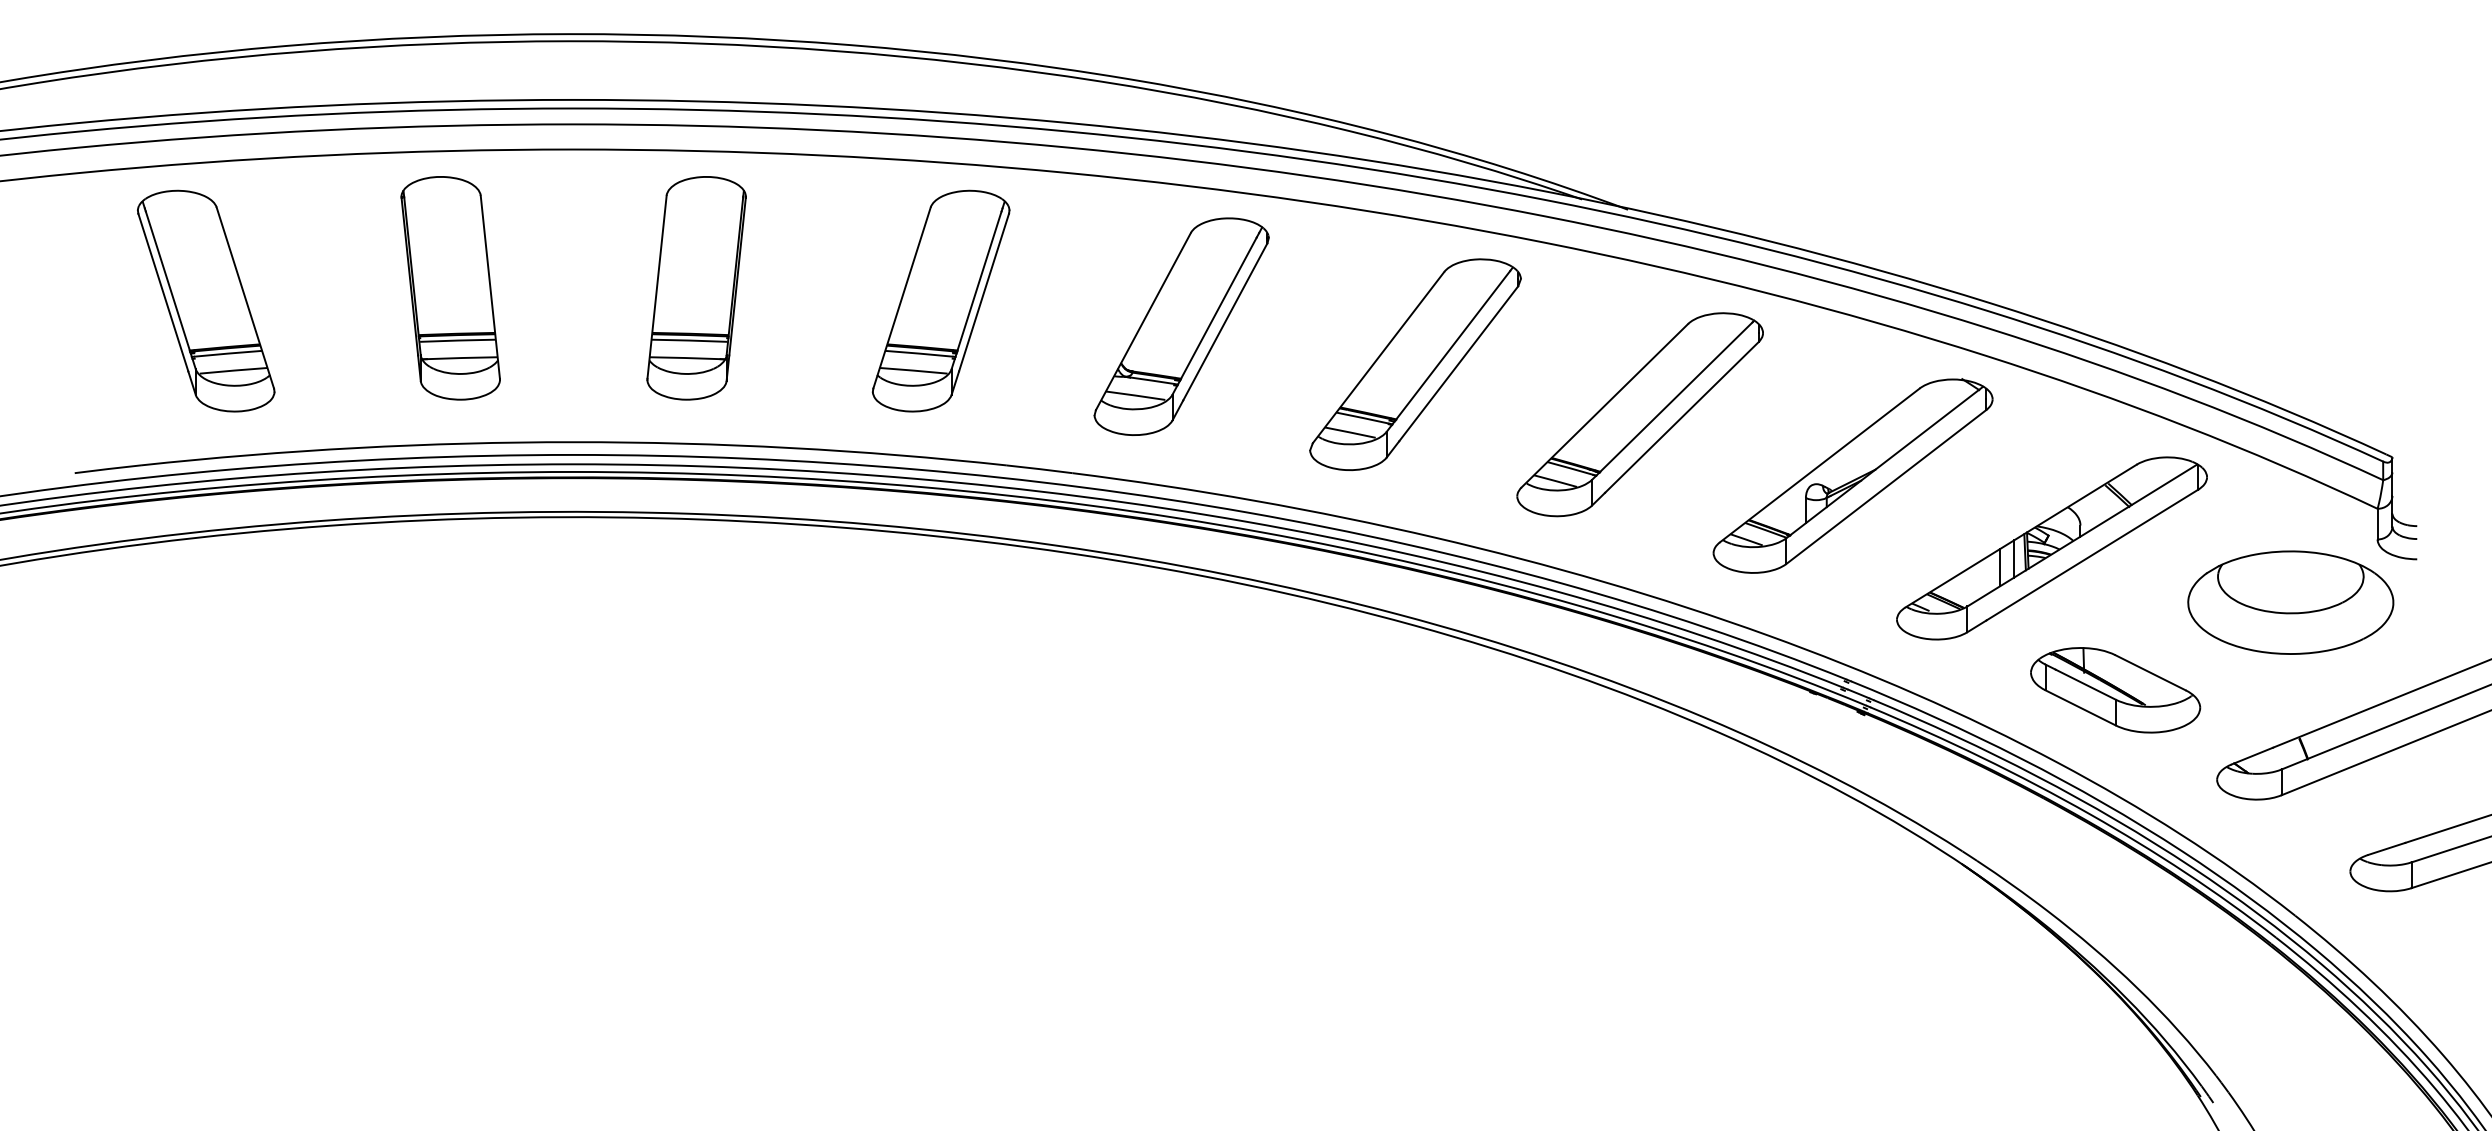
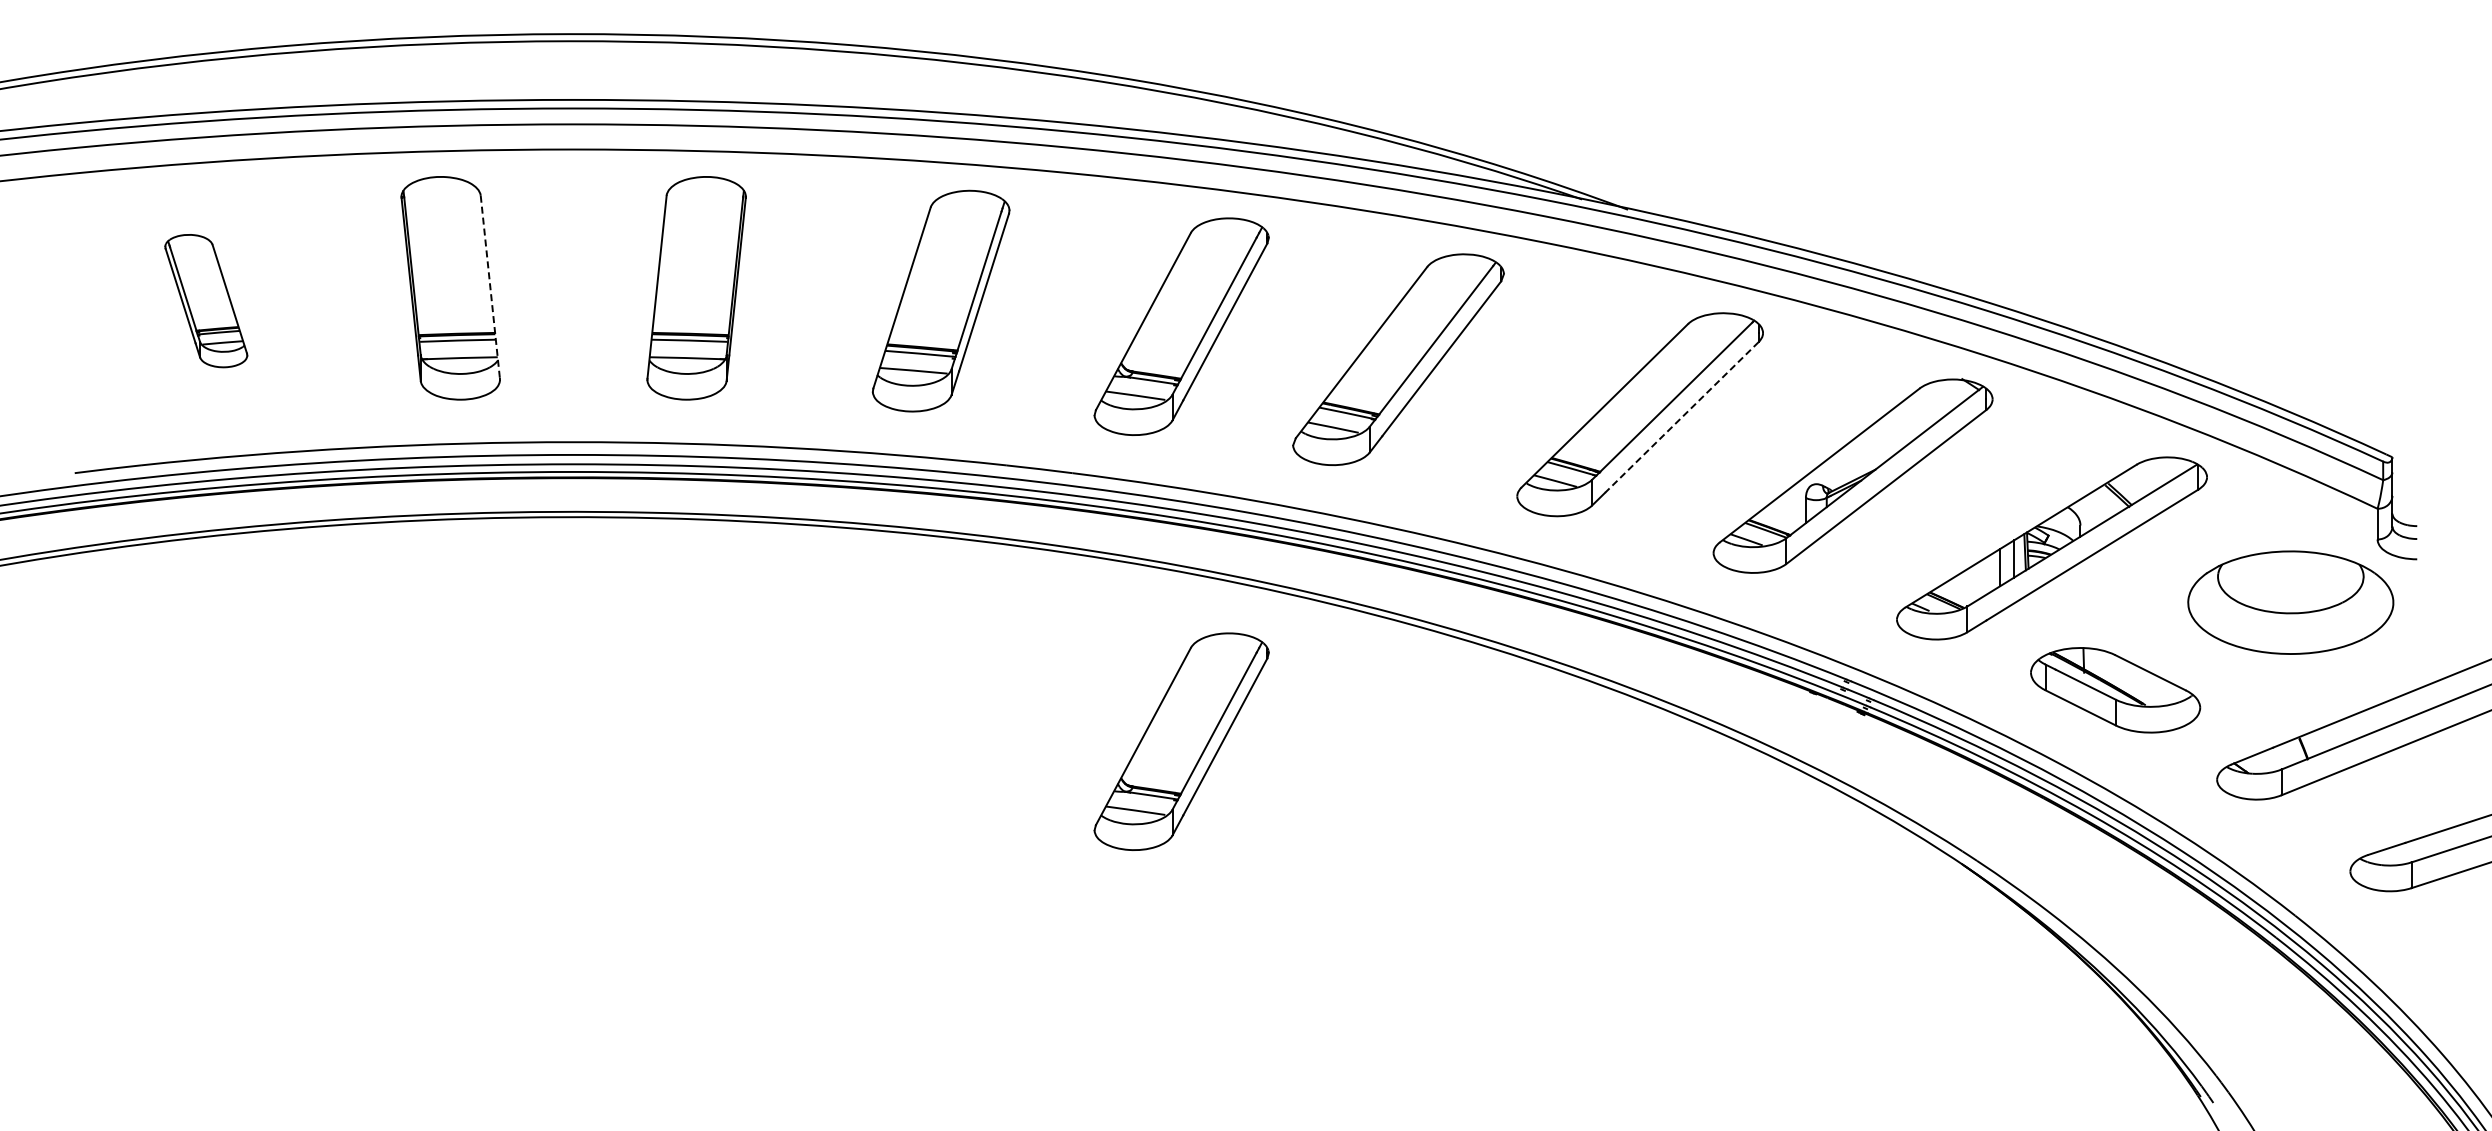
line at (490, 287): solid -> dashed
part at (206, 300) size: 139x224 px -> 85x135 px
part at (1415, 364) position: (1415, 364) -> (1398, 359)
line at (1681, 417): solid -> dashed
part at (1181, 741): none -> present
